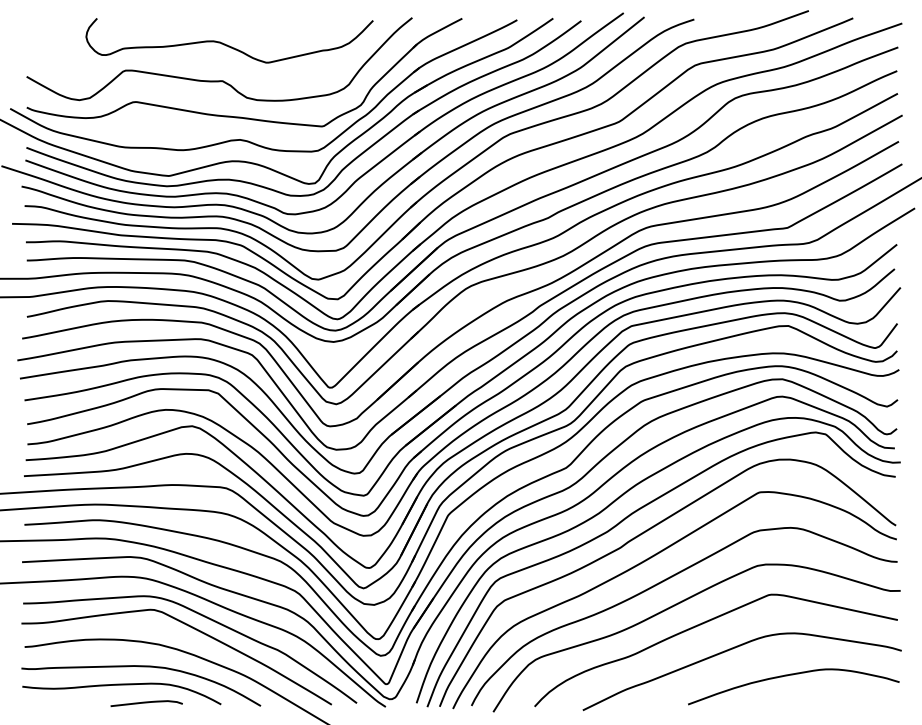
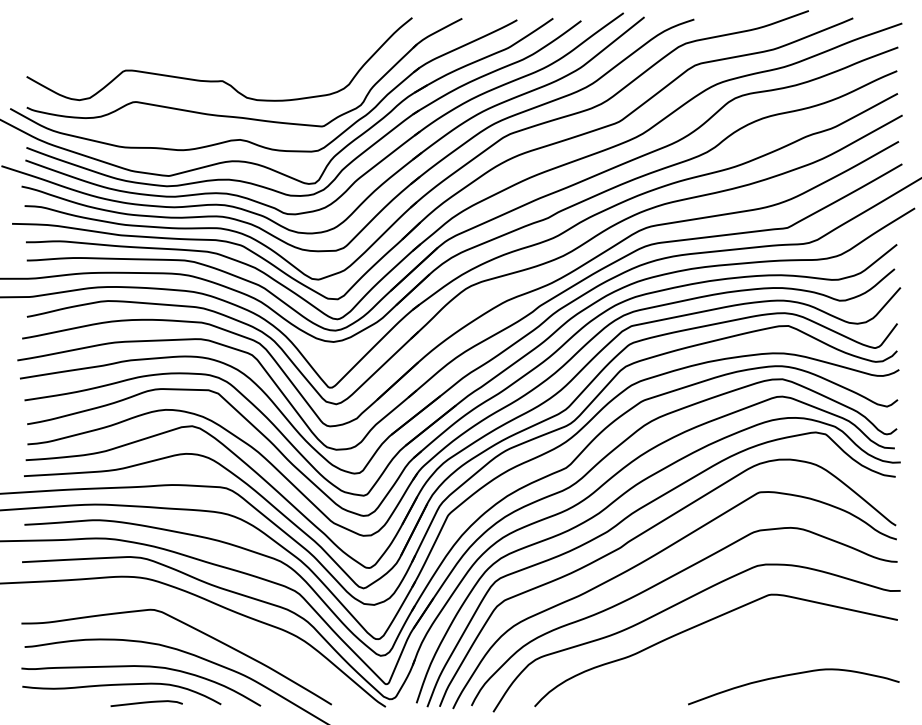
curve at (227, 44): present -> none
curve at (206, 618): present -> none
curve at (730, 650): present -> none
